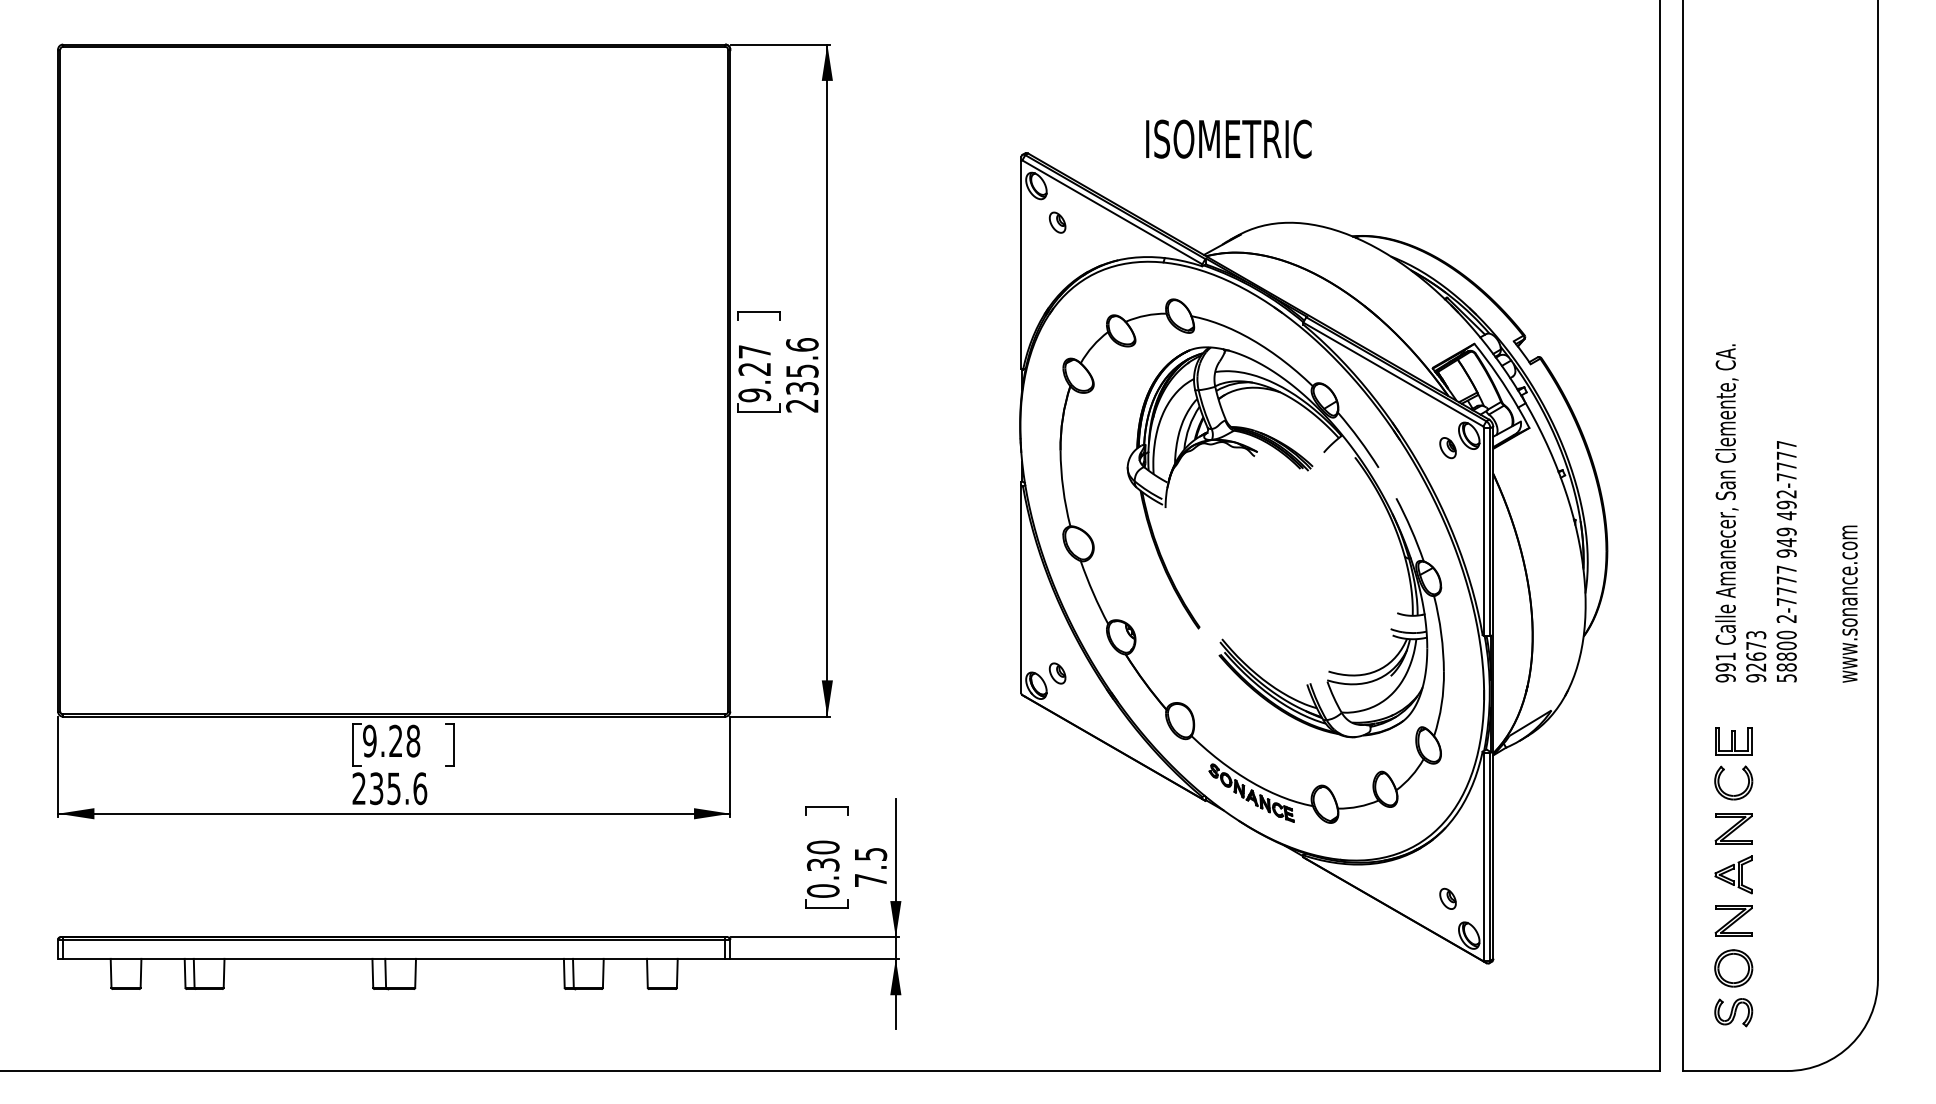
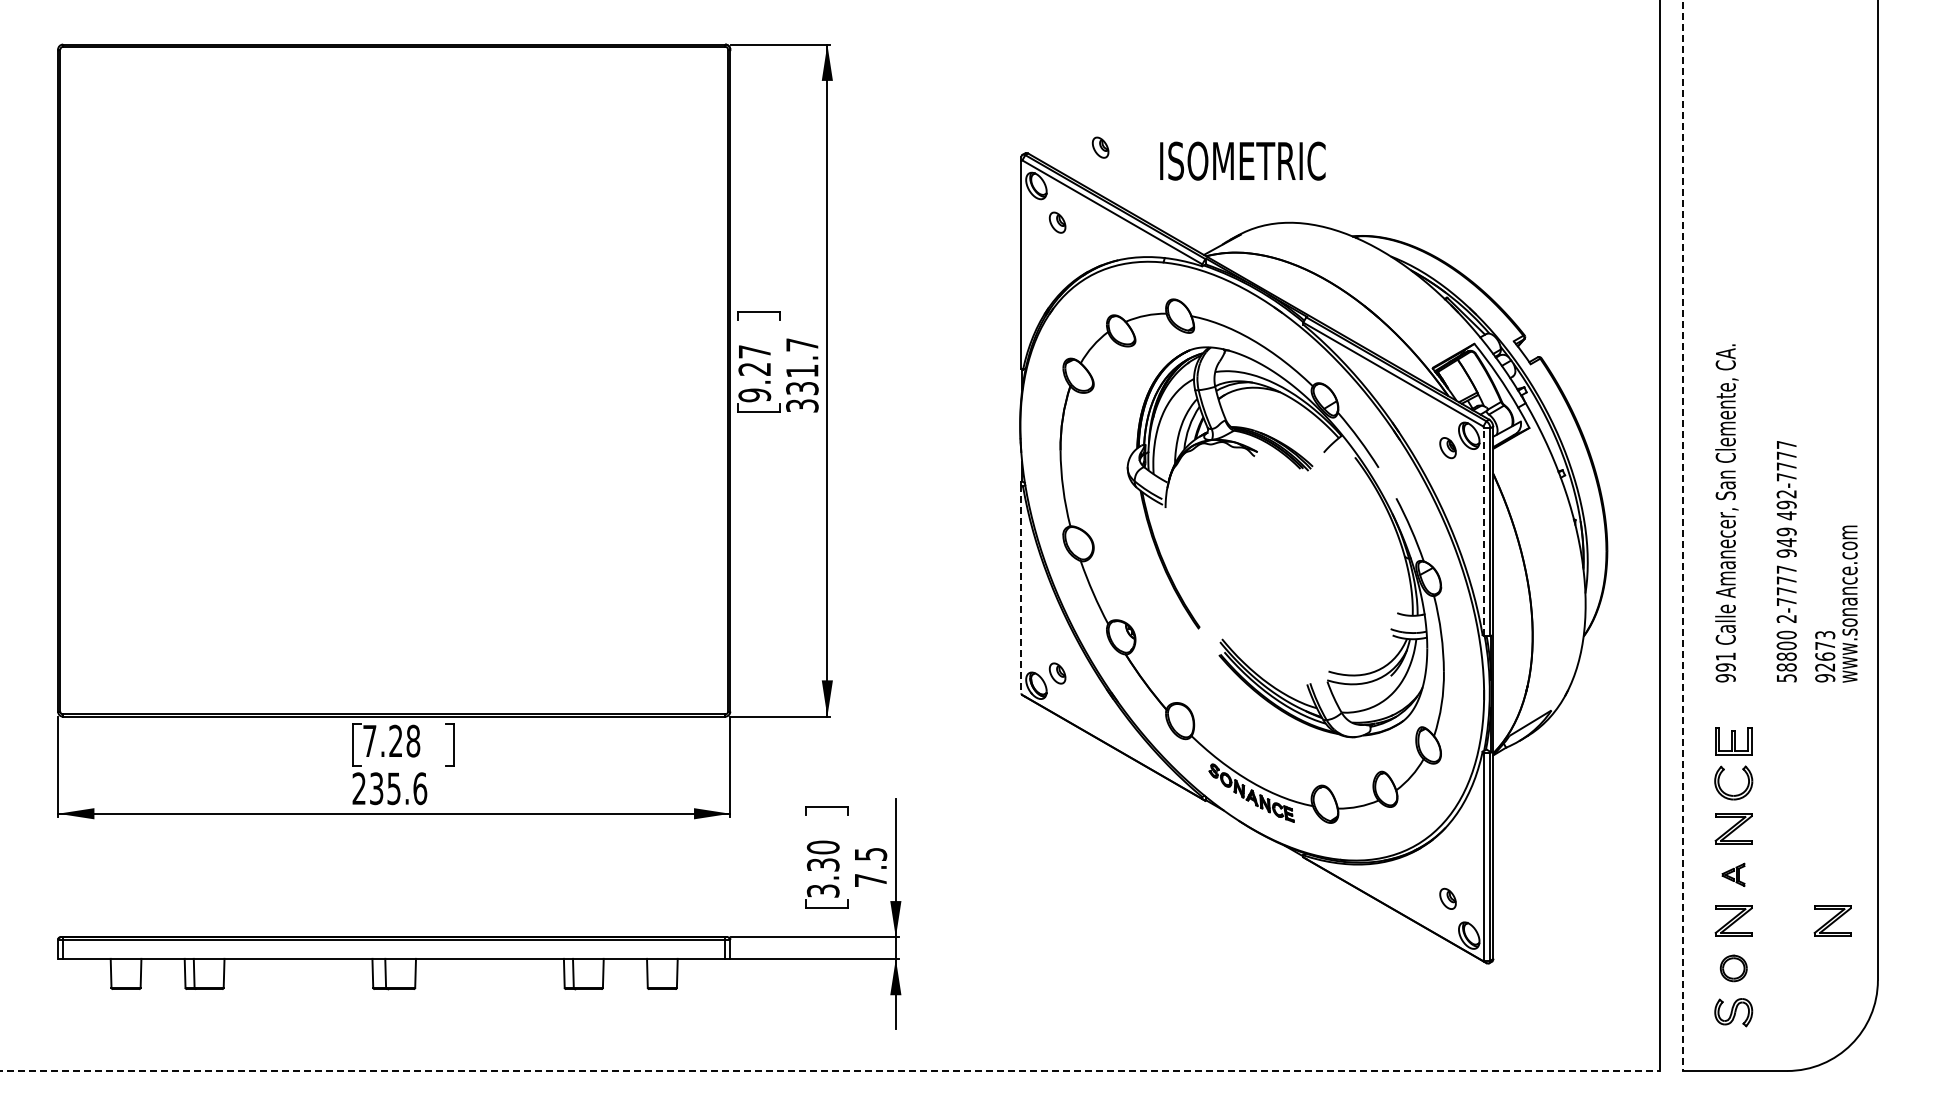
text at (1228, 138) position: (1228, 138) -> (1242, 160)
part at (1100, 147): none -> present
text at (802, 375): 235.6 -> 331.7
line at (1484, 532): solid -> dashed
line at (1682, 536): solid -> dashed
line at (1021, 589): solid -> dashed
text at (1756, 656) position: (1756, 656) -> (1825, 656)
text at (369, 740): 9.28 -> 7.28
part at (1733, 874) size: 39x40 px -> 25x25 px
text at (823, 890): 0.30 -> 3.30
part at (1832, 920): none -> present
part at (1733, 968) size: 40x39 px -> 29x29 px
line at (830, 1070): solid -> dashed
